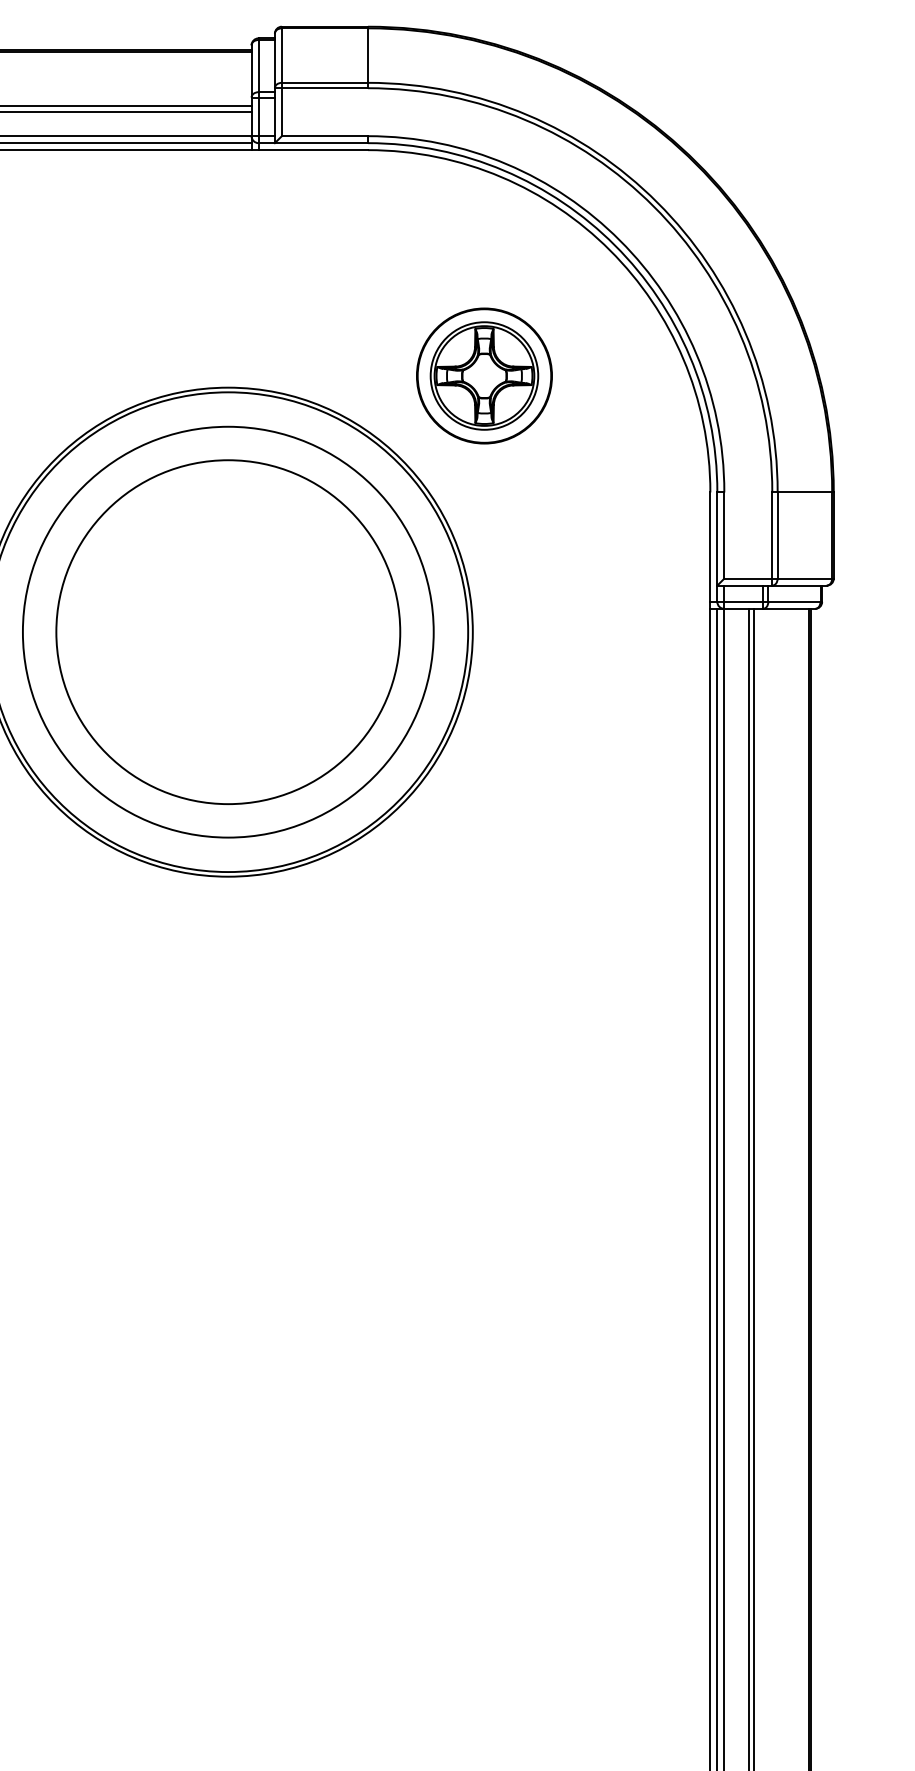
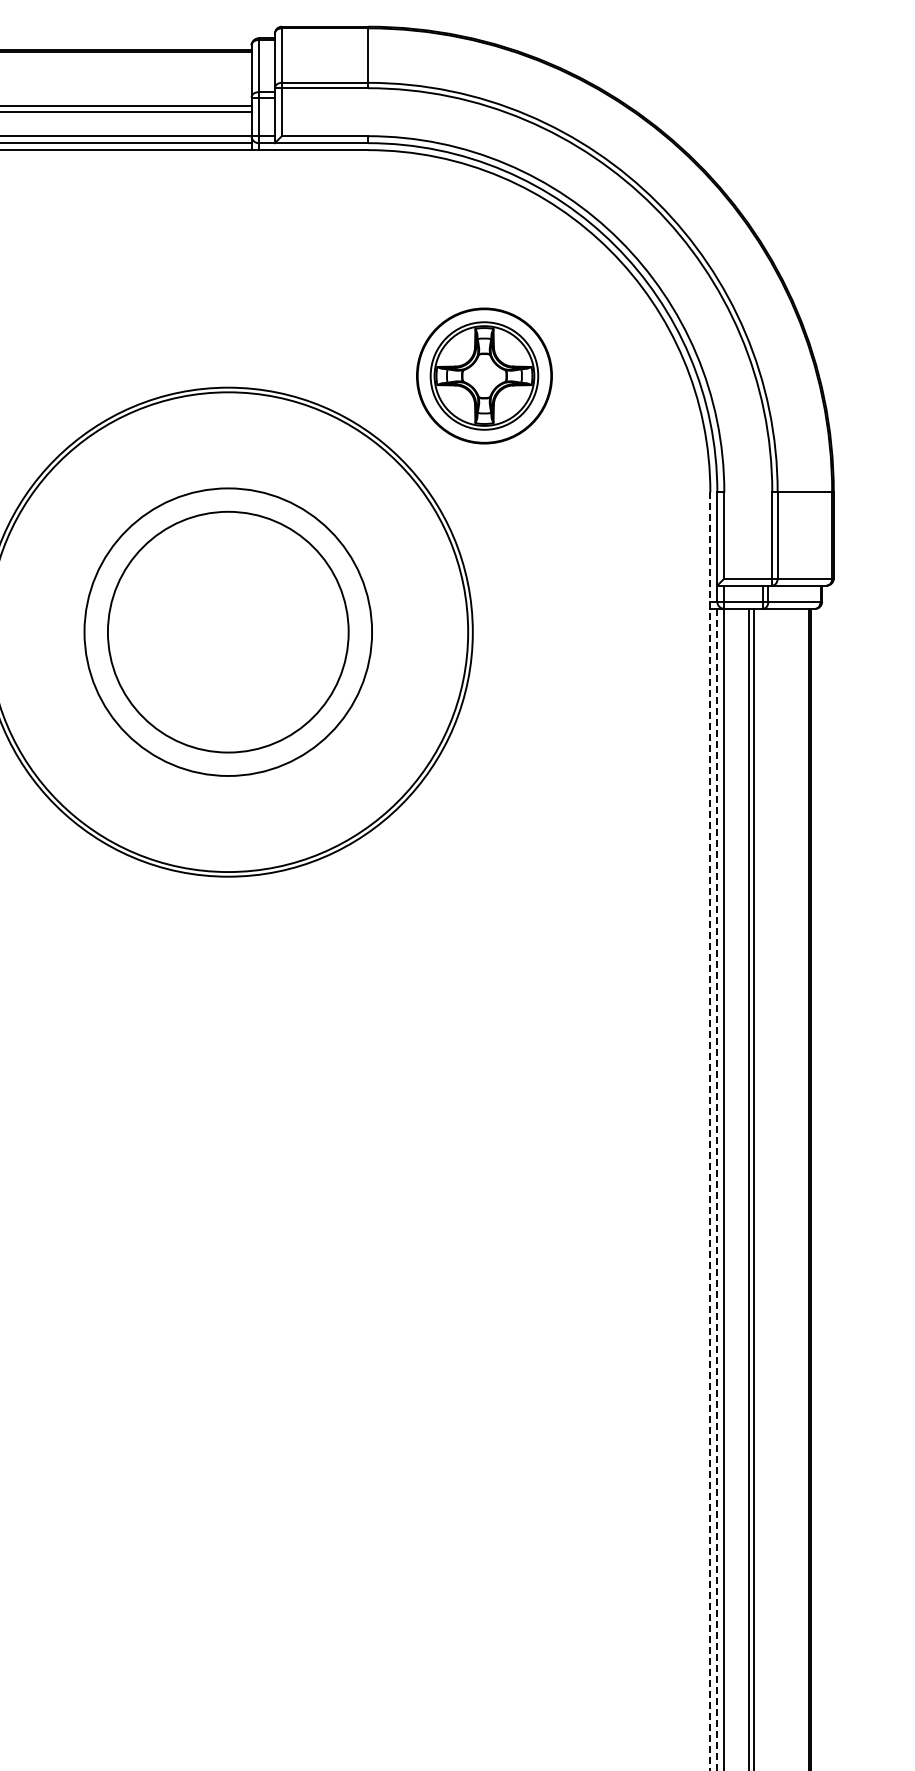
circle at (227, 631) diameter: 411 px -> 288 px
circle at (228, 632) diameter: 344 px -> 241 px
line at (710, 1131): solid -> dashed
line at (717, 1189): solid -> dashed
